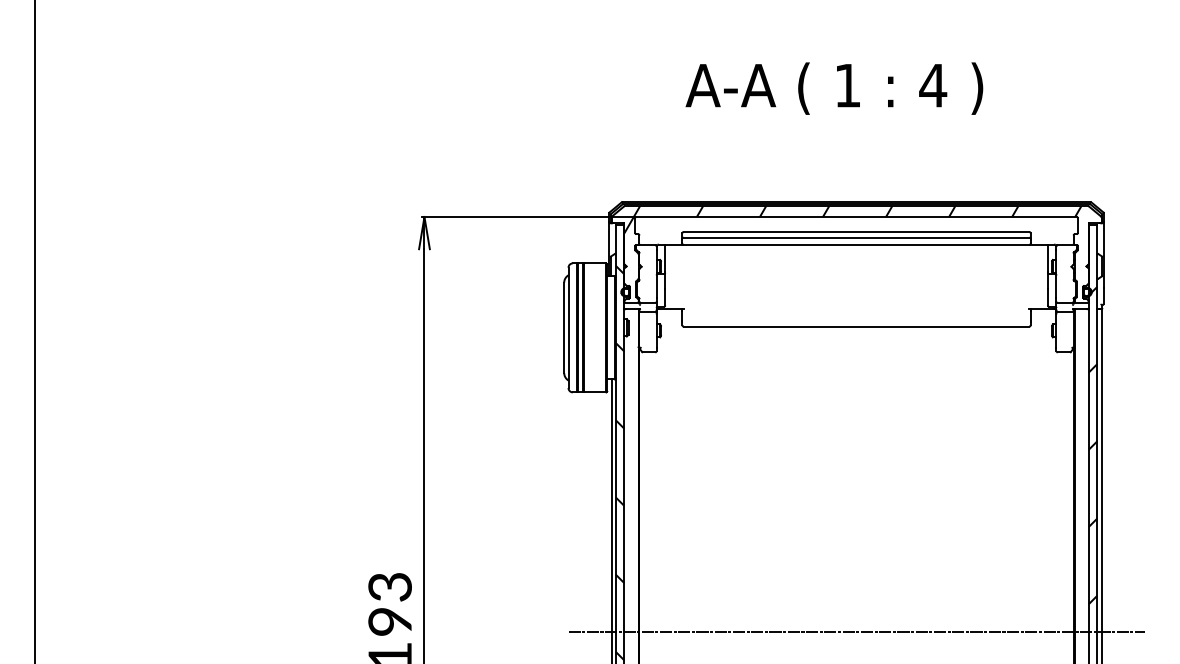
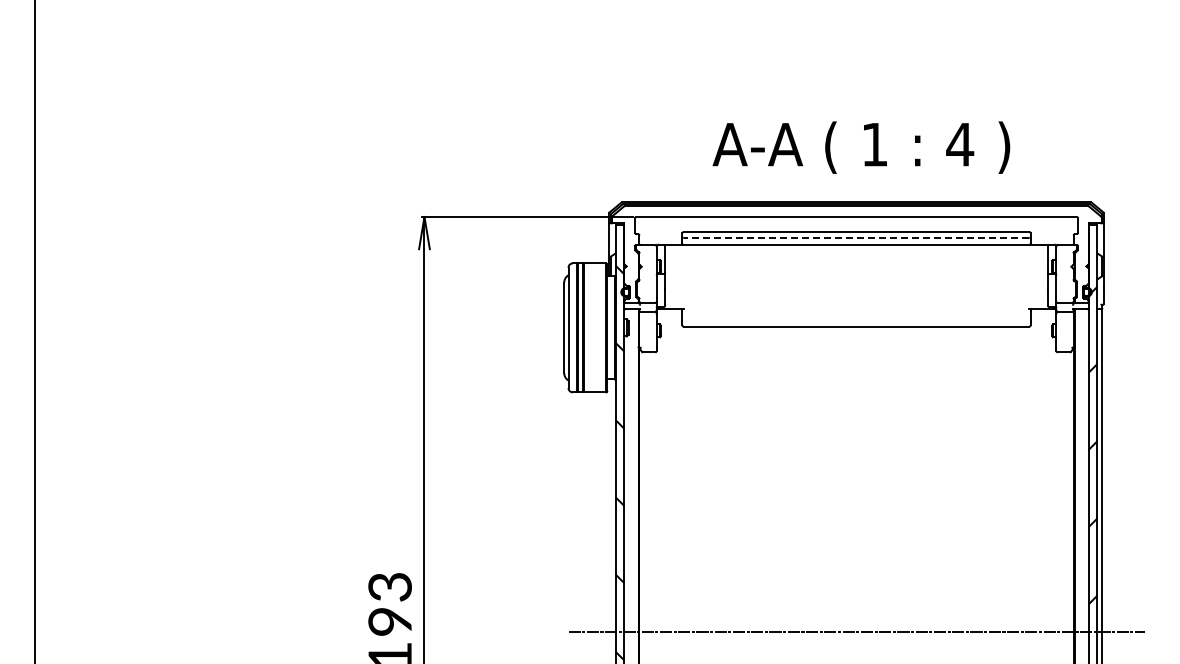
text at (834, 88) position: (834, 88) -> (861, 147)
hatch at (852, 219): present -> none
line at (856, 237): solid -> dashed
line at (611, 519): present -> none
